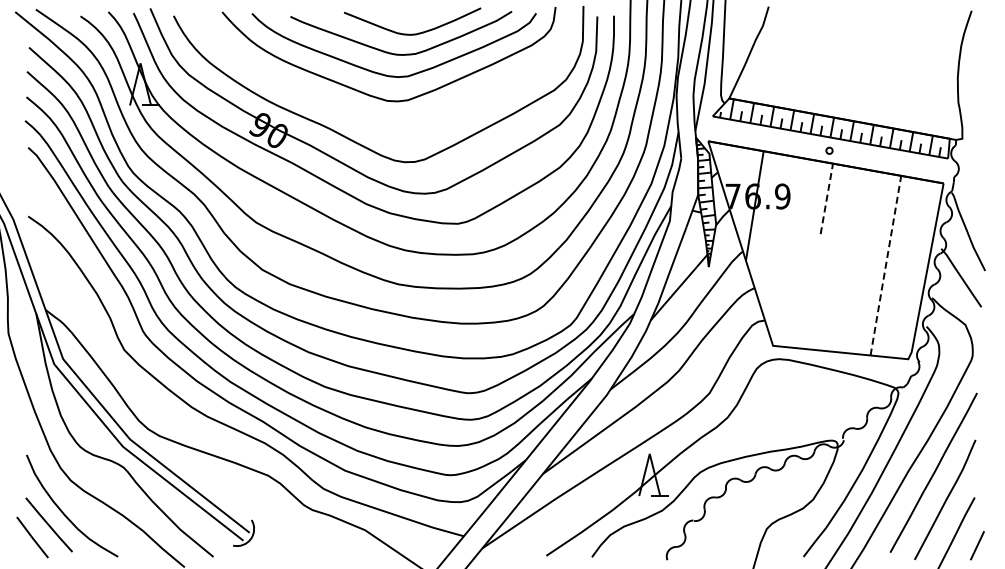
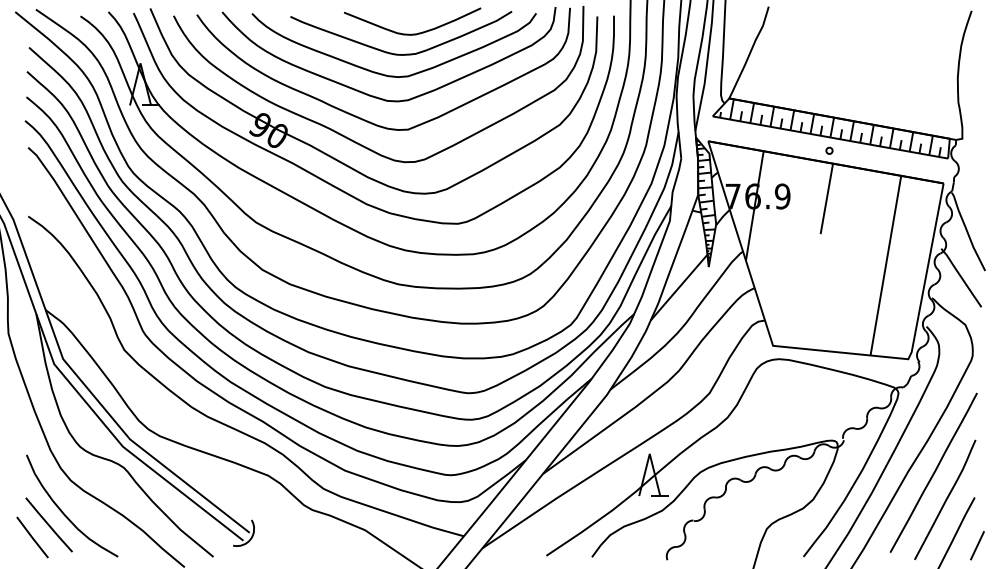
curve at (363, 118): none -> present
line at (826, 198): dashed -> solid
line at (885, 265): dashed -> solid
